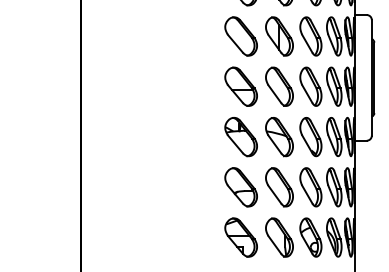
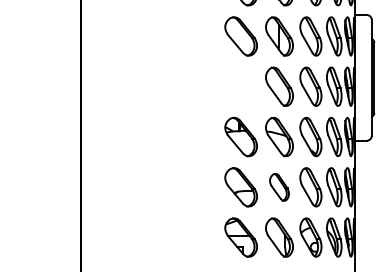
part at (240, 86): present -> none
part at (279, 187) size: 29x41 px -> 21x29 px
